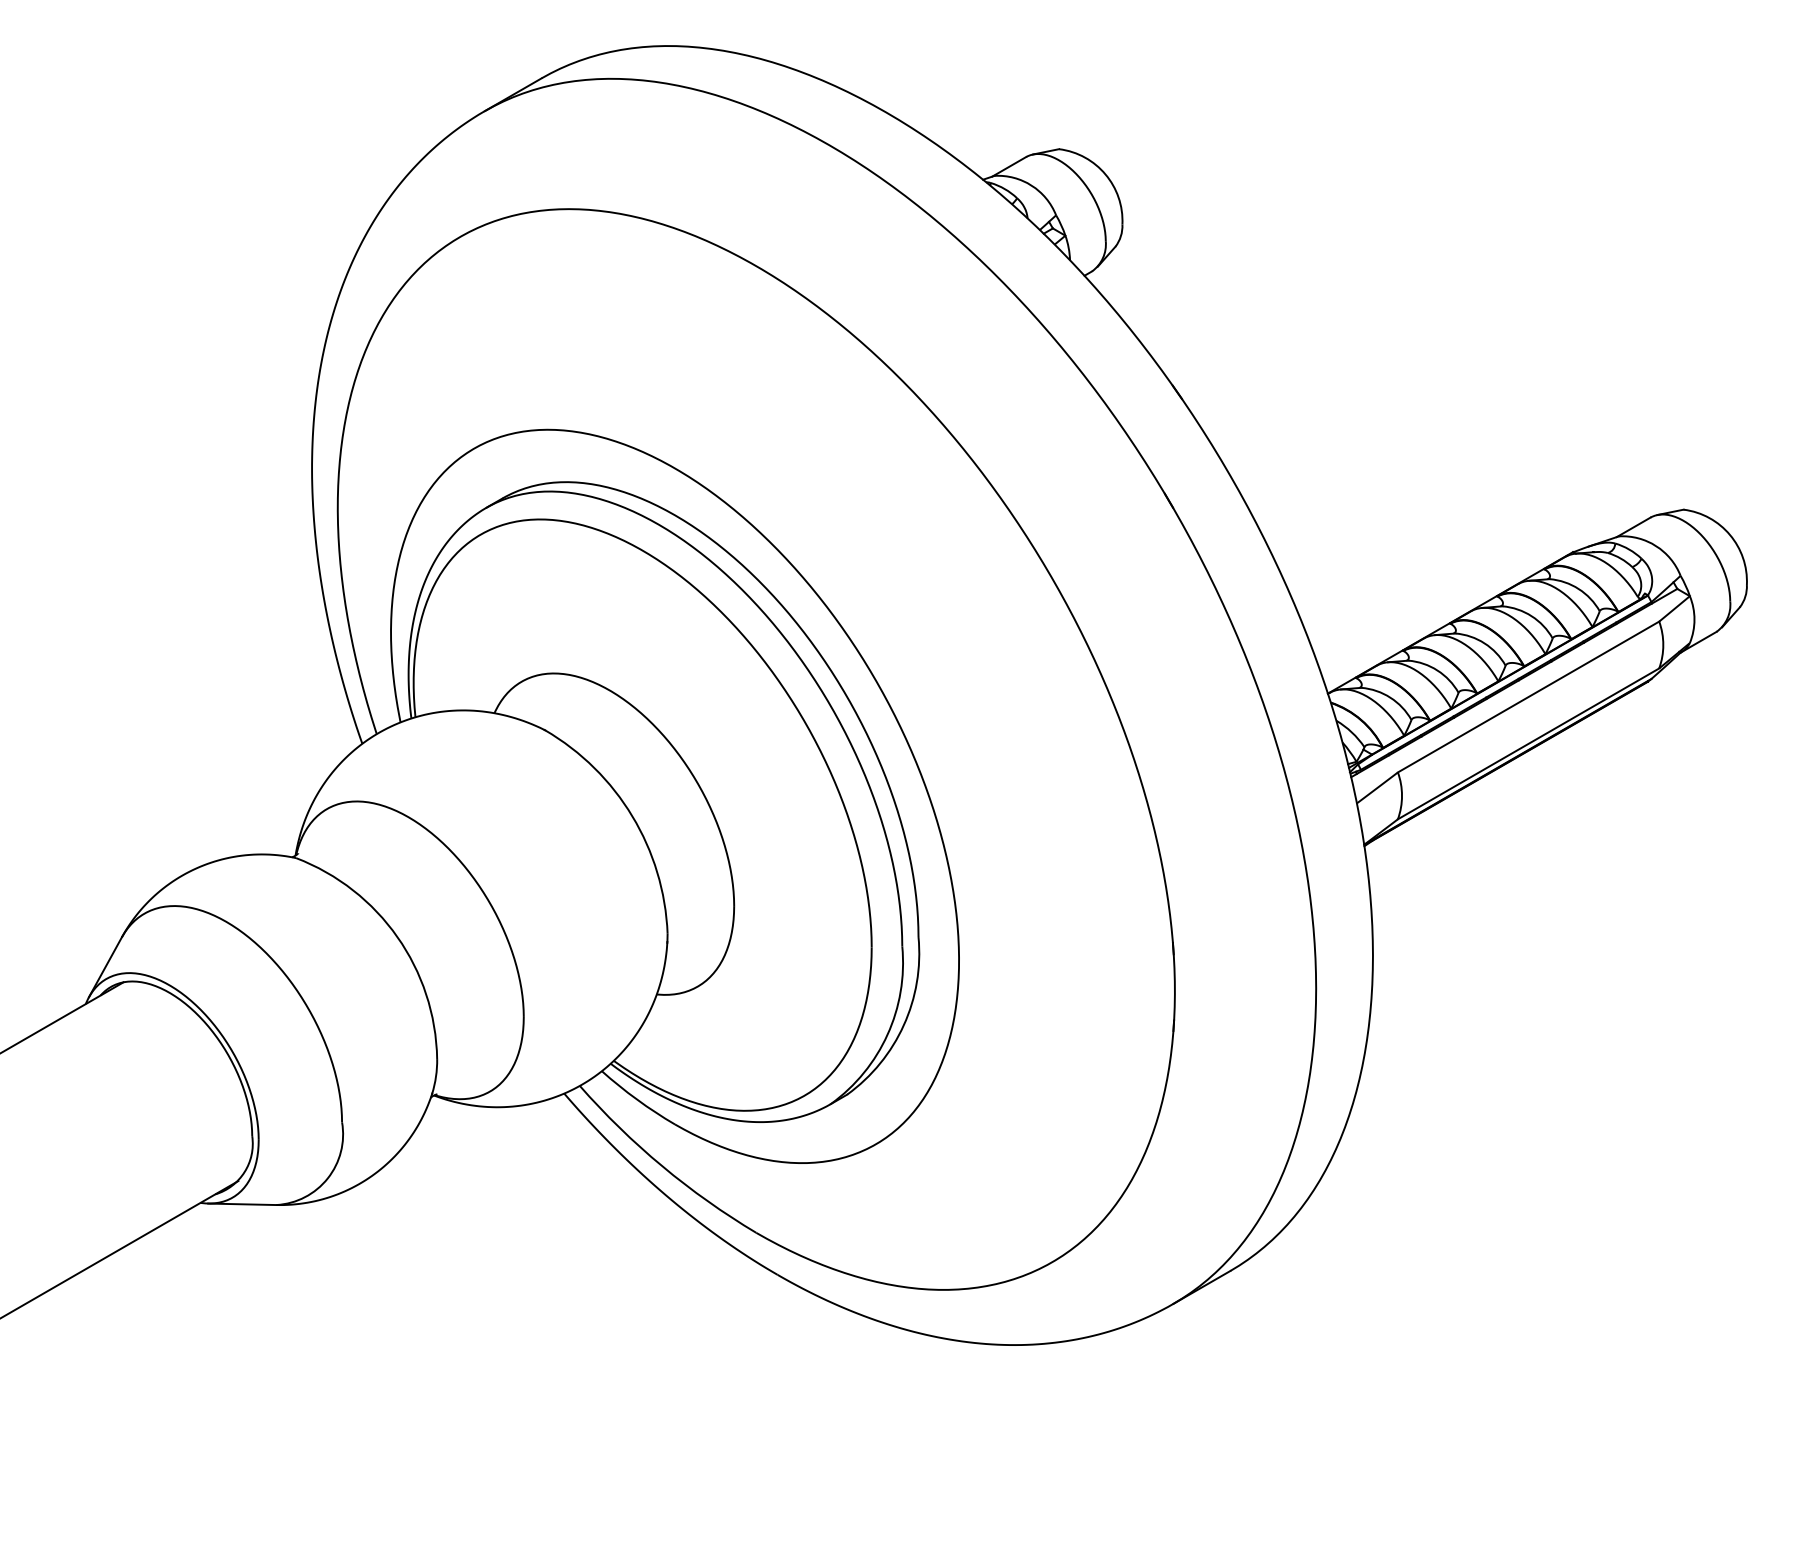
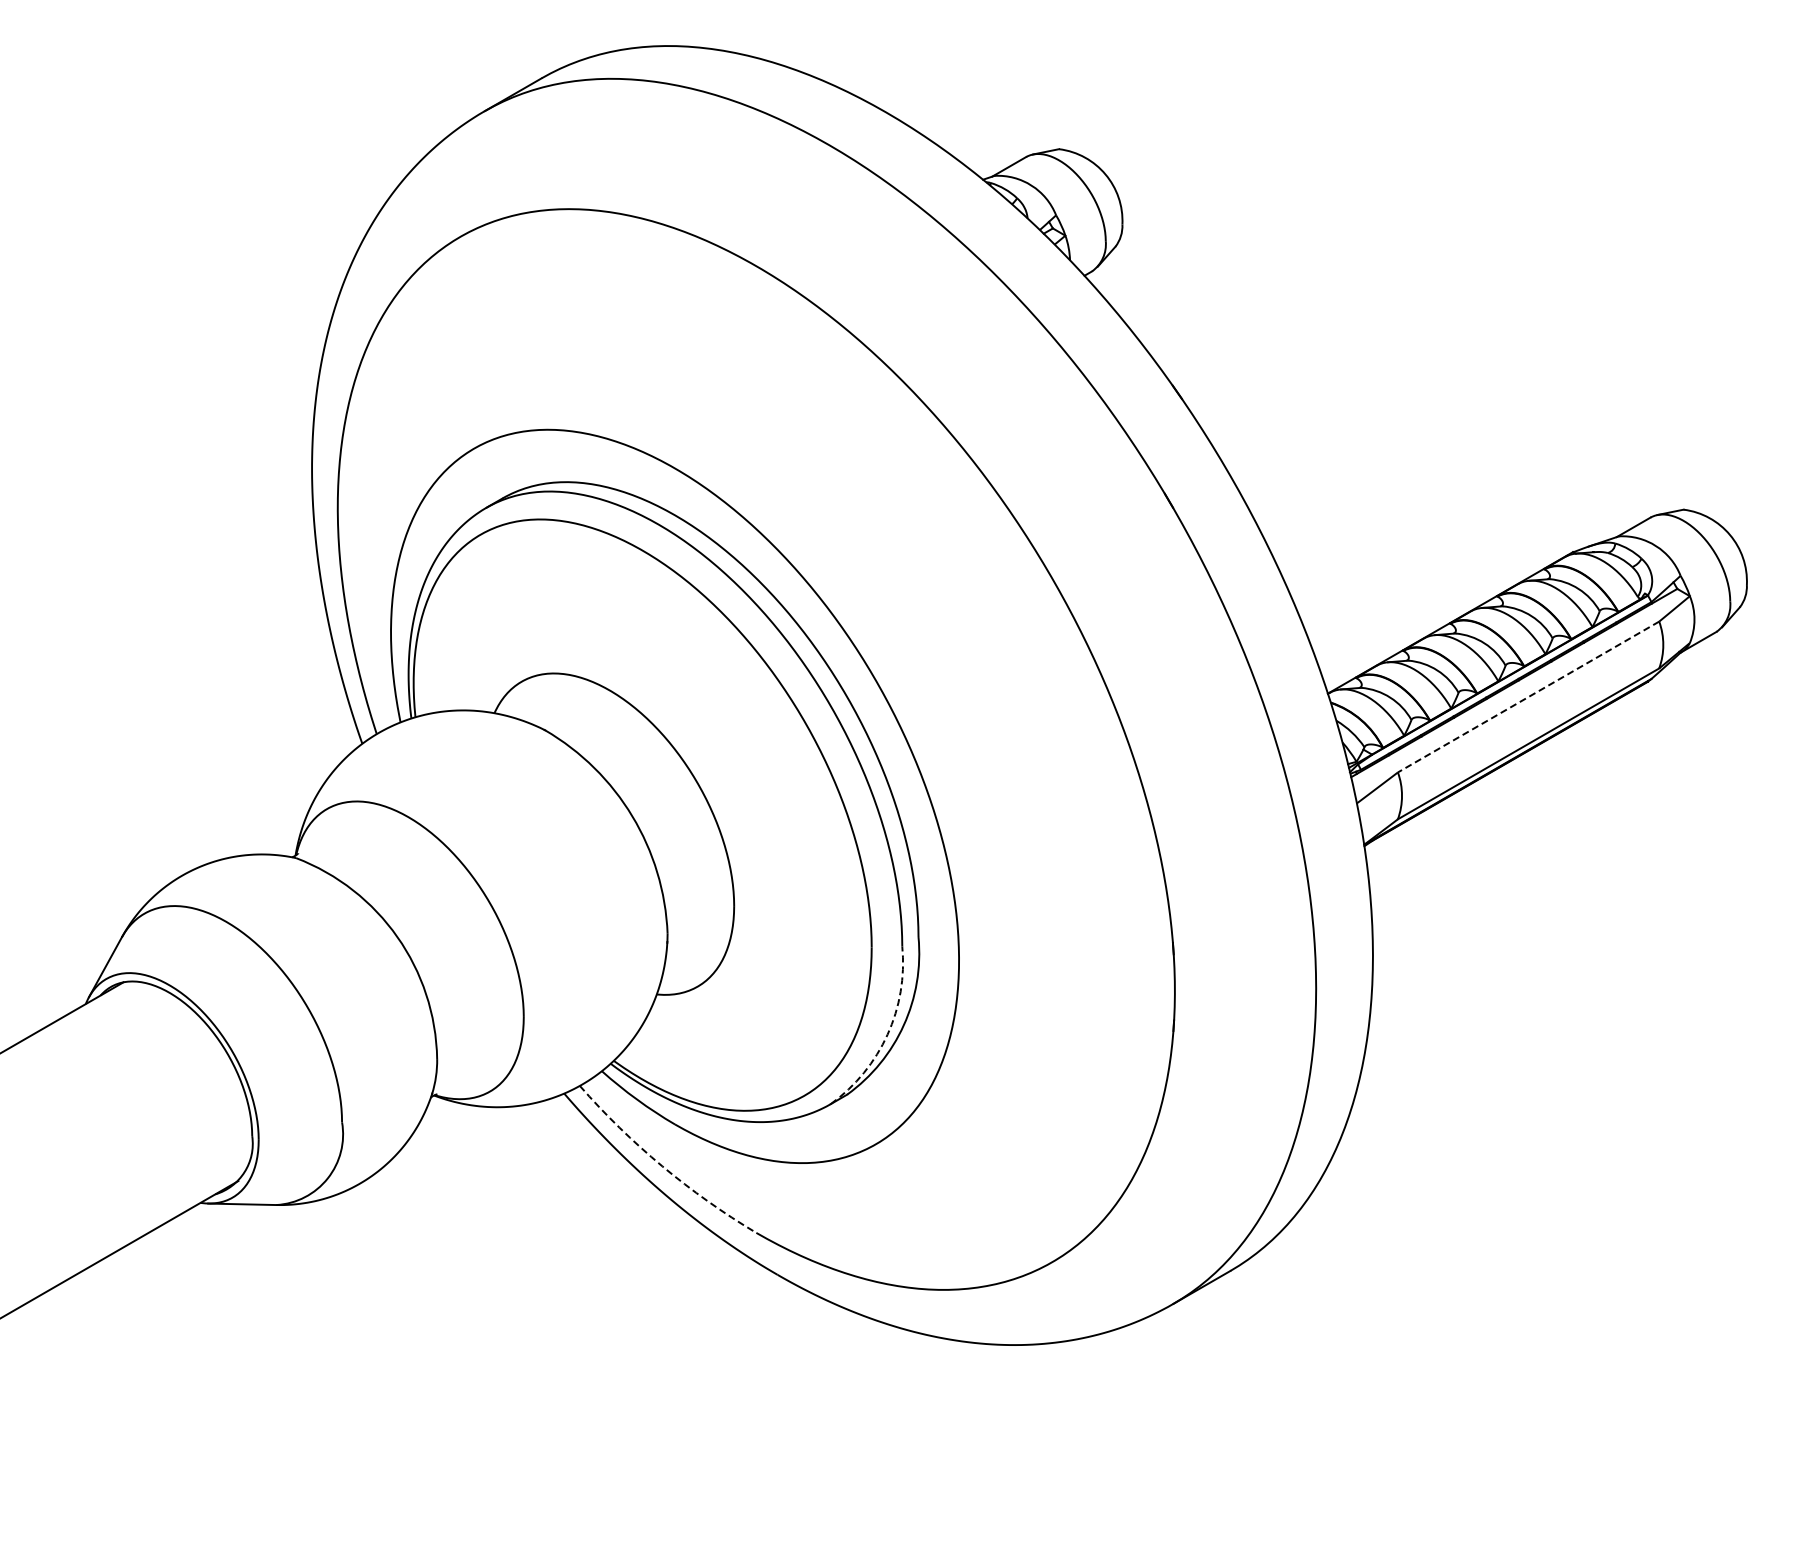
line at (1528, 697): solid -> dashed
arc at (887, 1034): solid -> dashed
arc at (662, 1166): solid -> dashed
